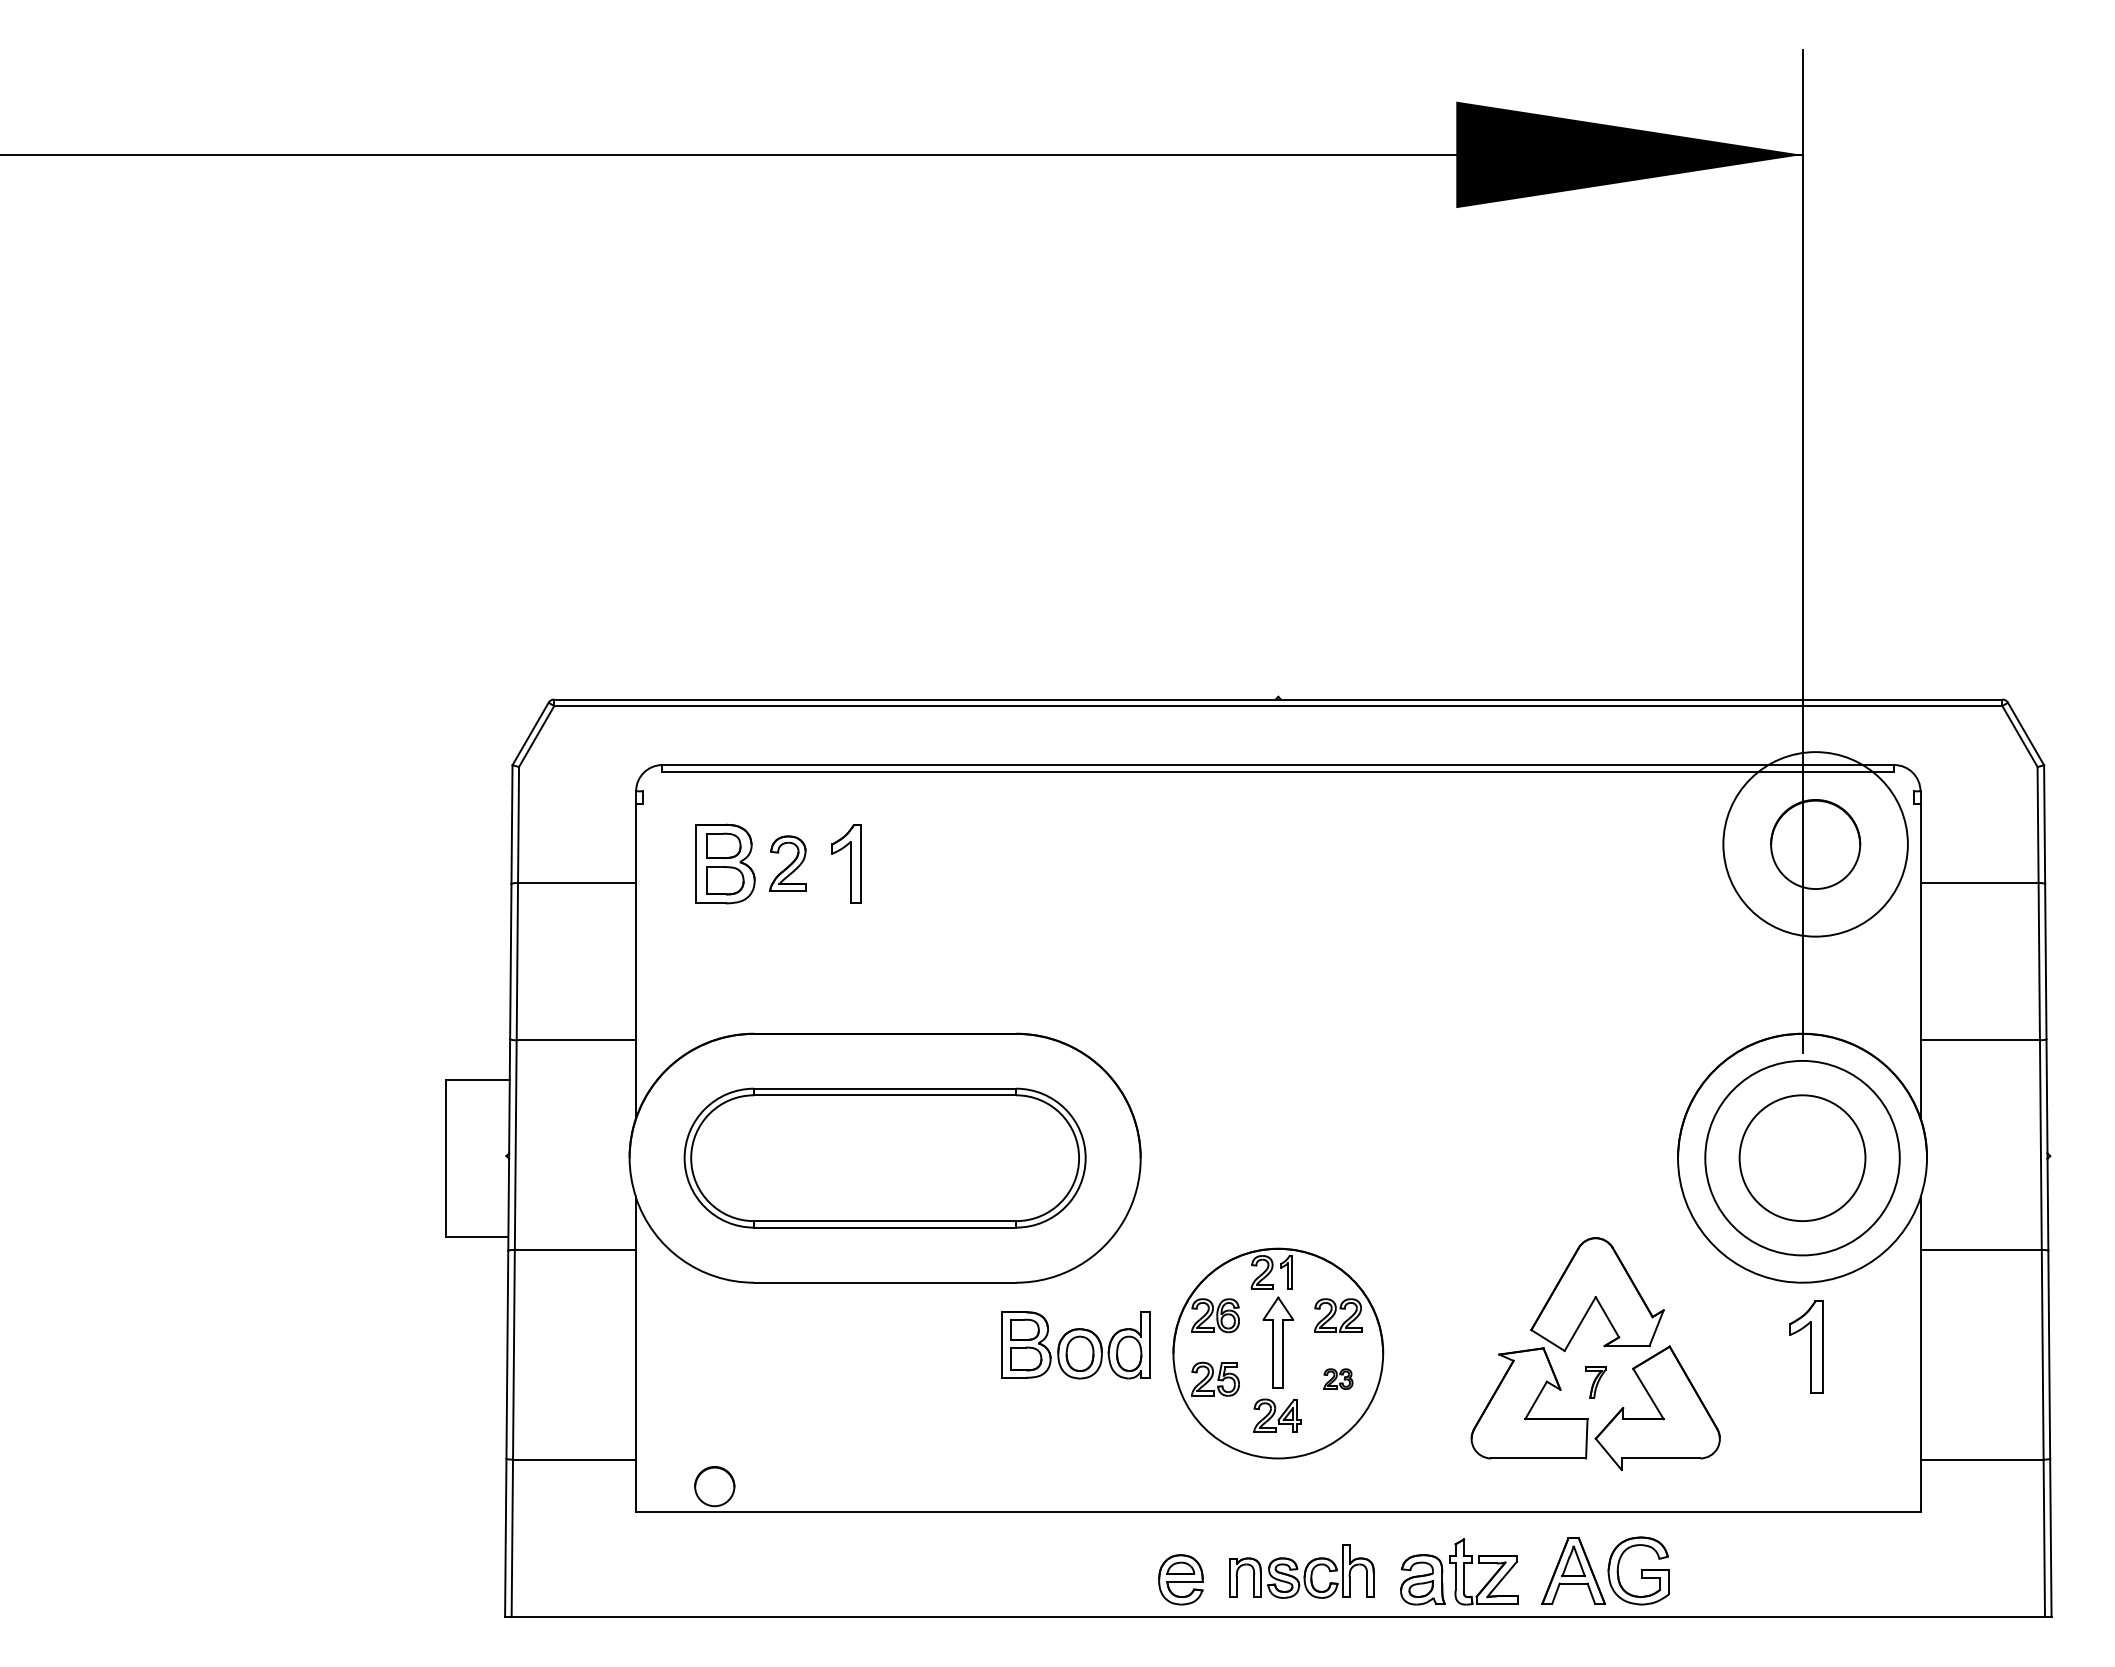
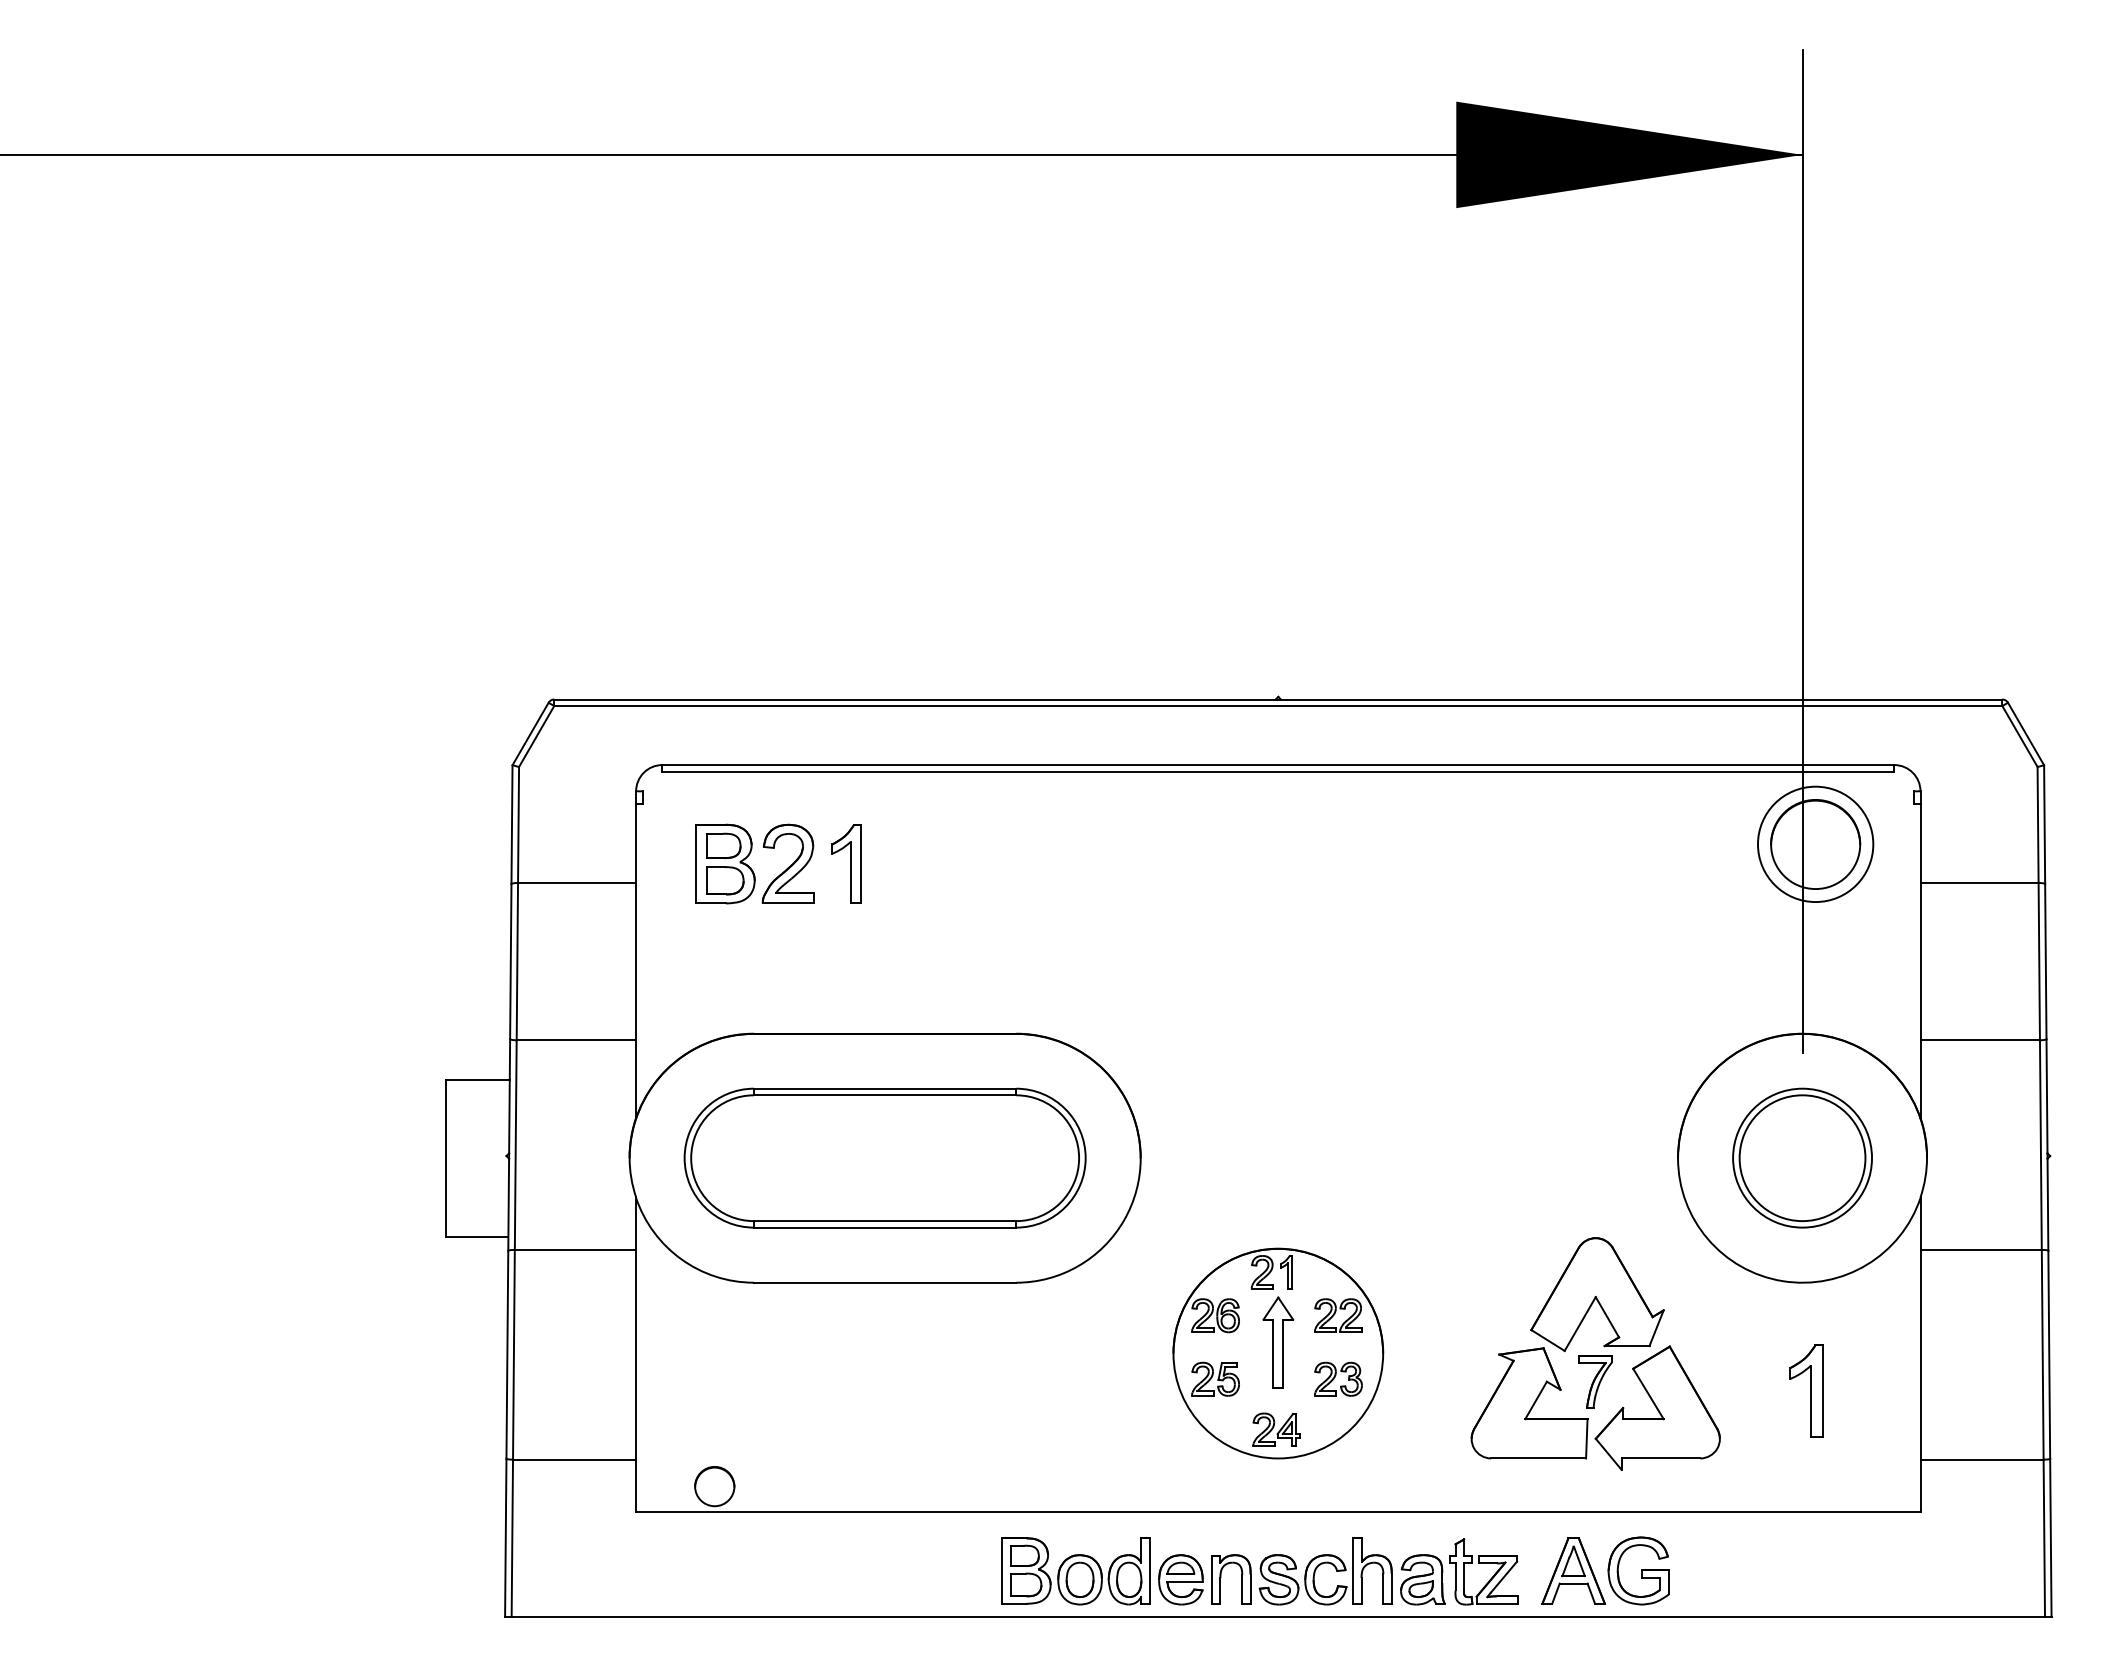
circle at (1815, 844) diameter: 185 px -> 115 px
part at (787, 863) size: 38x57 px -> 54x81 px
circle at (1802, 1157) diameter: 194 px -> 139 px
part at (1075, 1345) position: (1075, 1345) -> (1075, 1571)
part at (1806, 1346) position: (1806, 1346) -> (1806, 1390)
part at (1338, 1378) size: 31x22 px -> 49x36 px
part at (1595, 1382) size: 22x33 px -> 35x54 px
part at (1277, 1415) position: (1277, 1415) -> (1276, 1429)
part at (1301, 1571) size: 146x55 px -> 182x69 px
